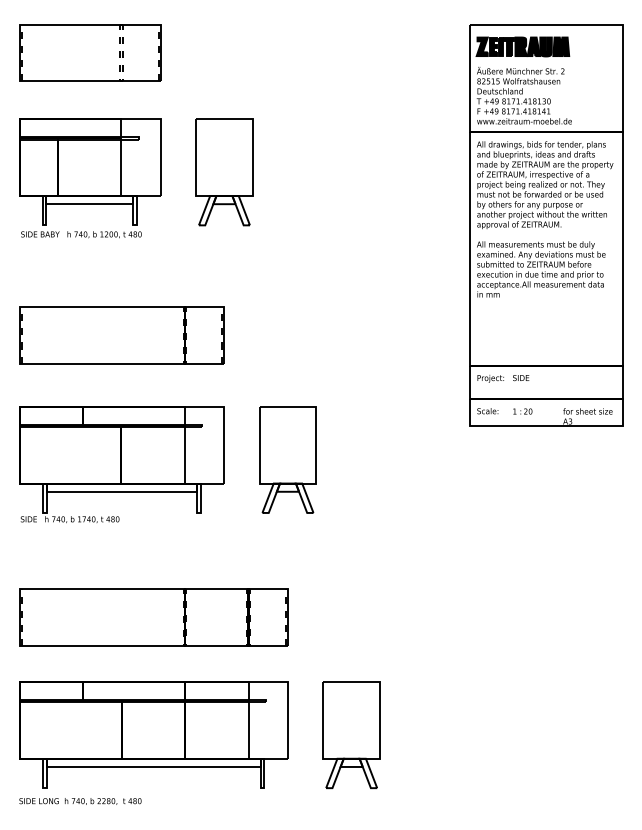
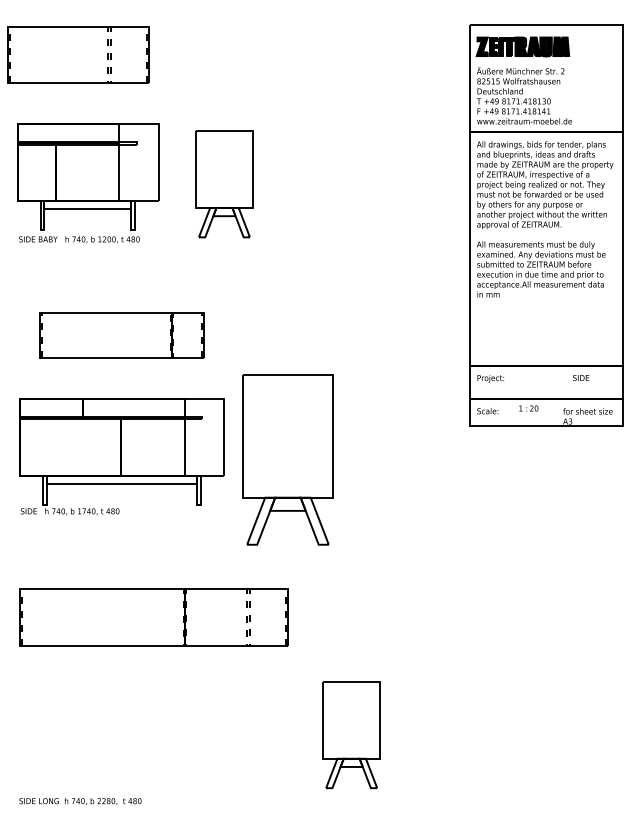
part at (90, 52) position: (90, 52) -> (78, 54)
part at (224, 172) position: (224, 172) -> (224, 184)
part at (90, 178) position: (90, 178) -> (88, 183)
part at (121, 335) size: 206x59 px -> 166x47 px
text at (521, 378) position: (521, 378) -> (581, 378)
text at (522, 411) position: (522, 411) -> (528, 408)
part at (287, 459) size: 58x108 px -> 92x172 px
part at (121, 464) position: (121, 464) -> (121, 456)
fill at (248, 617): present -> none
part at (153, 734): present -> none
